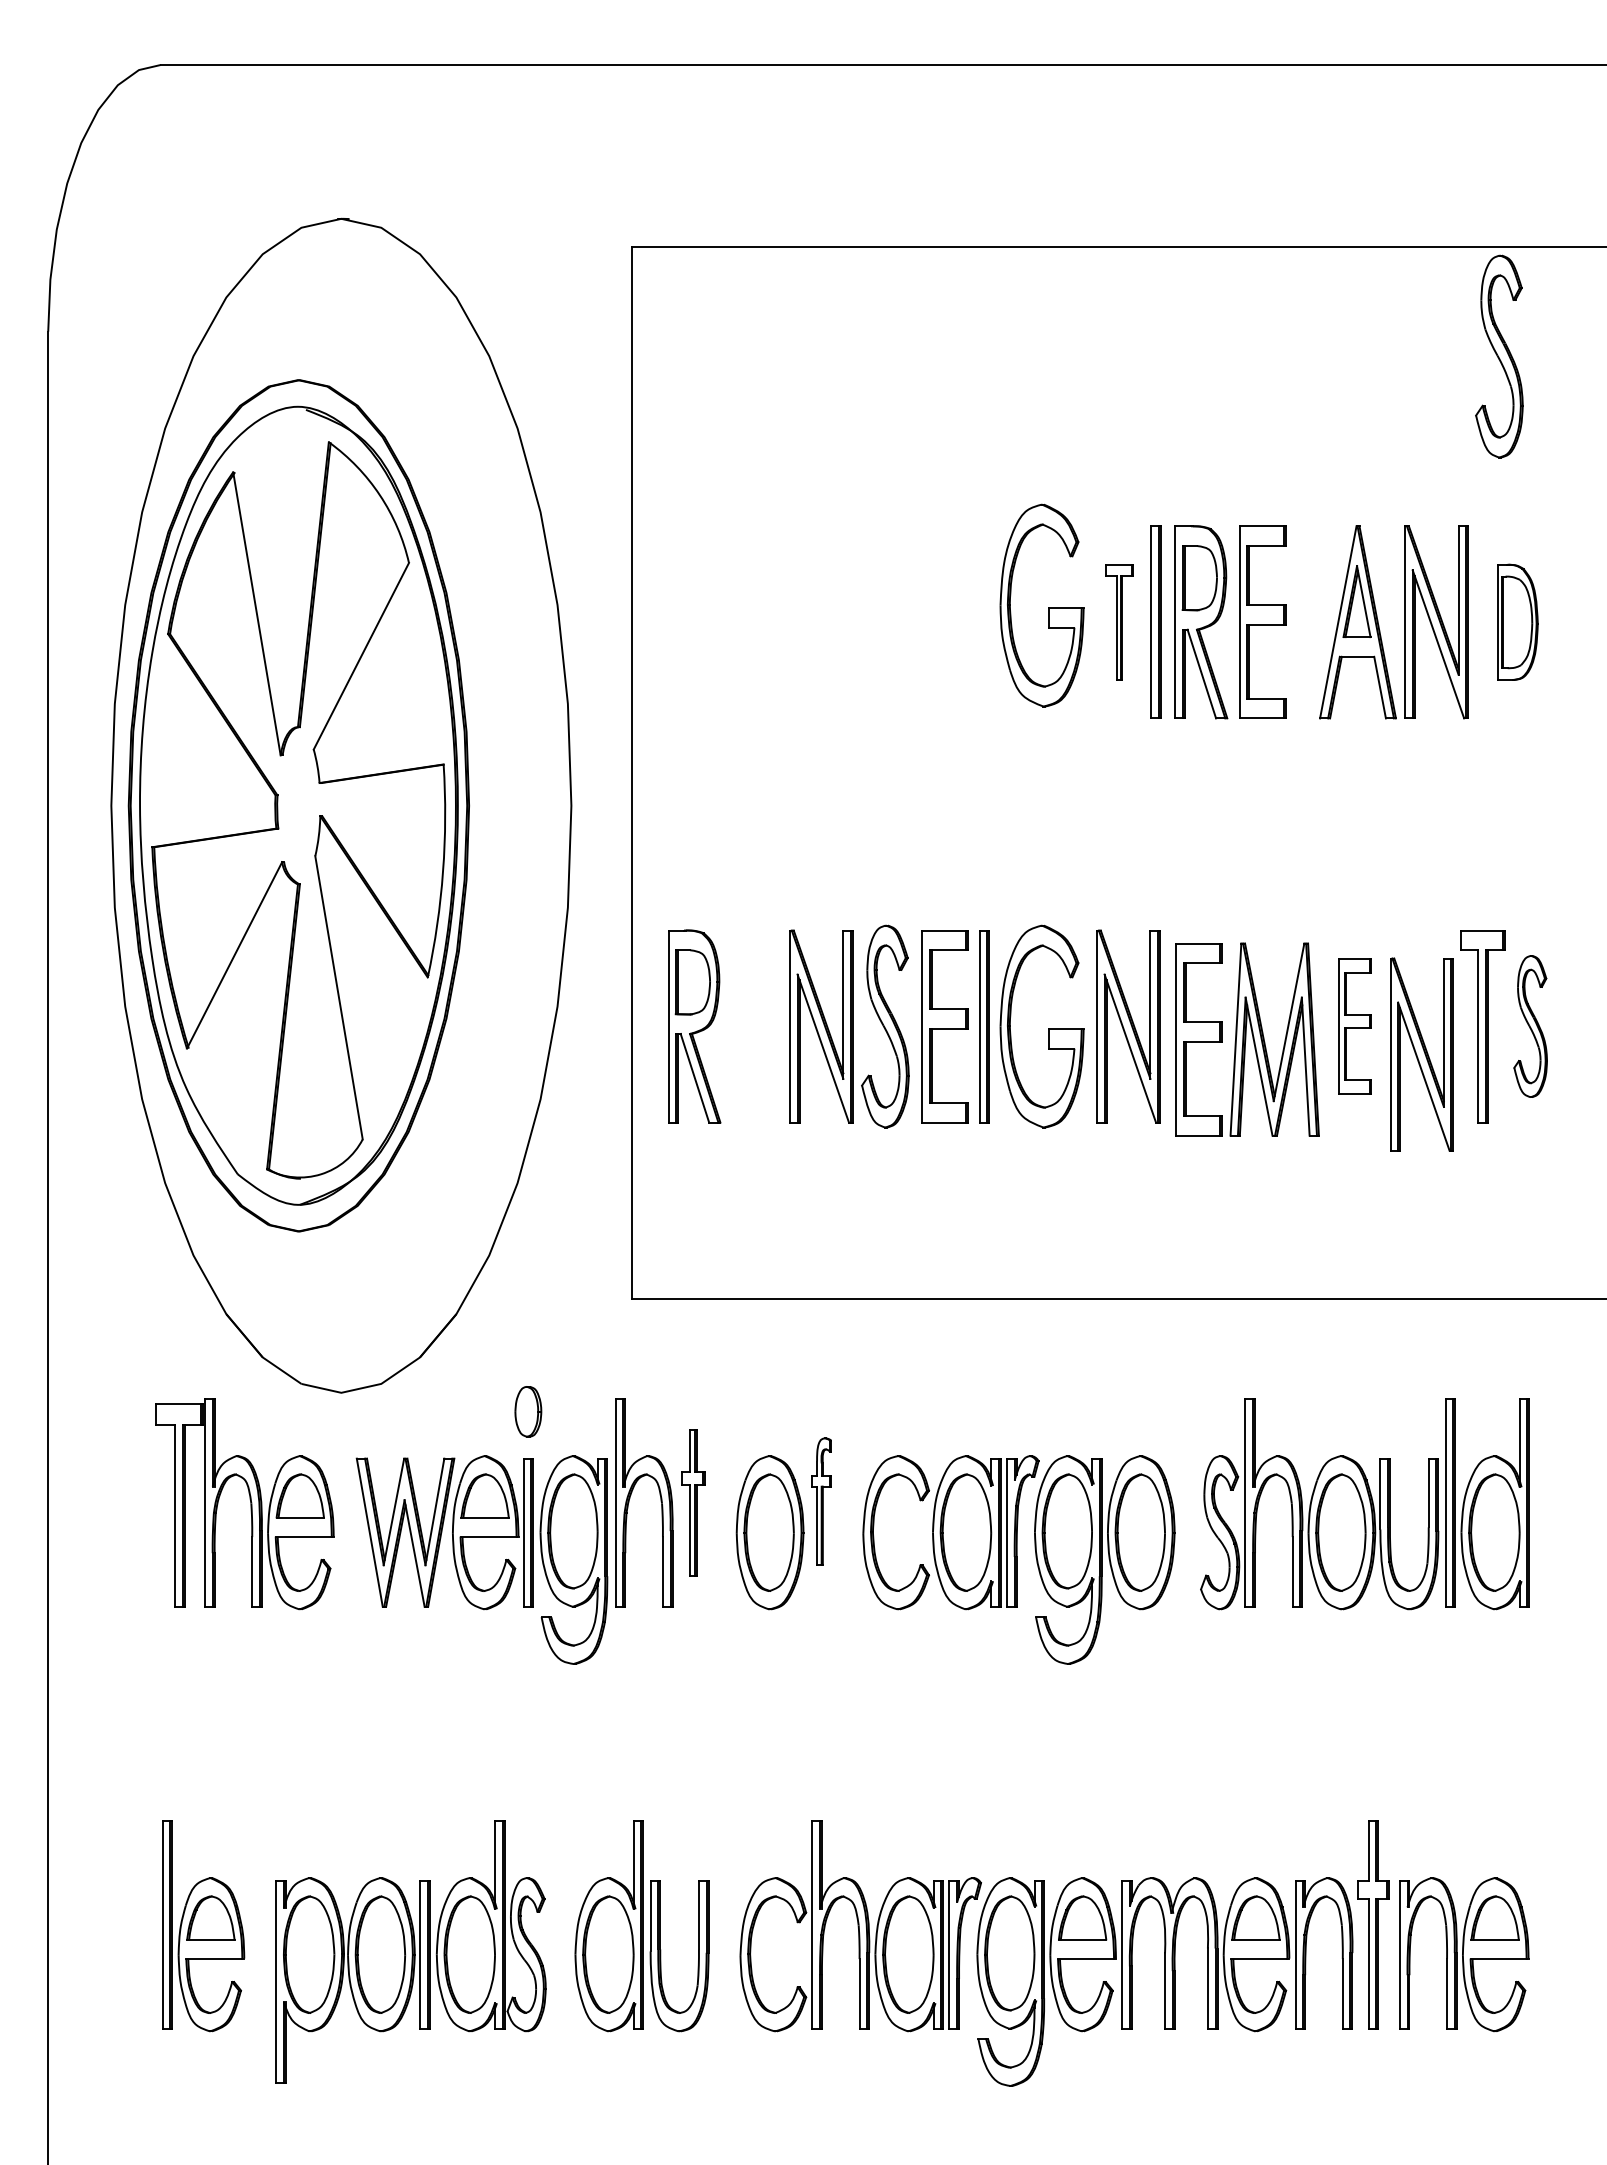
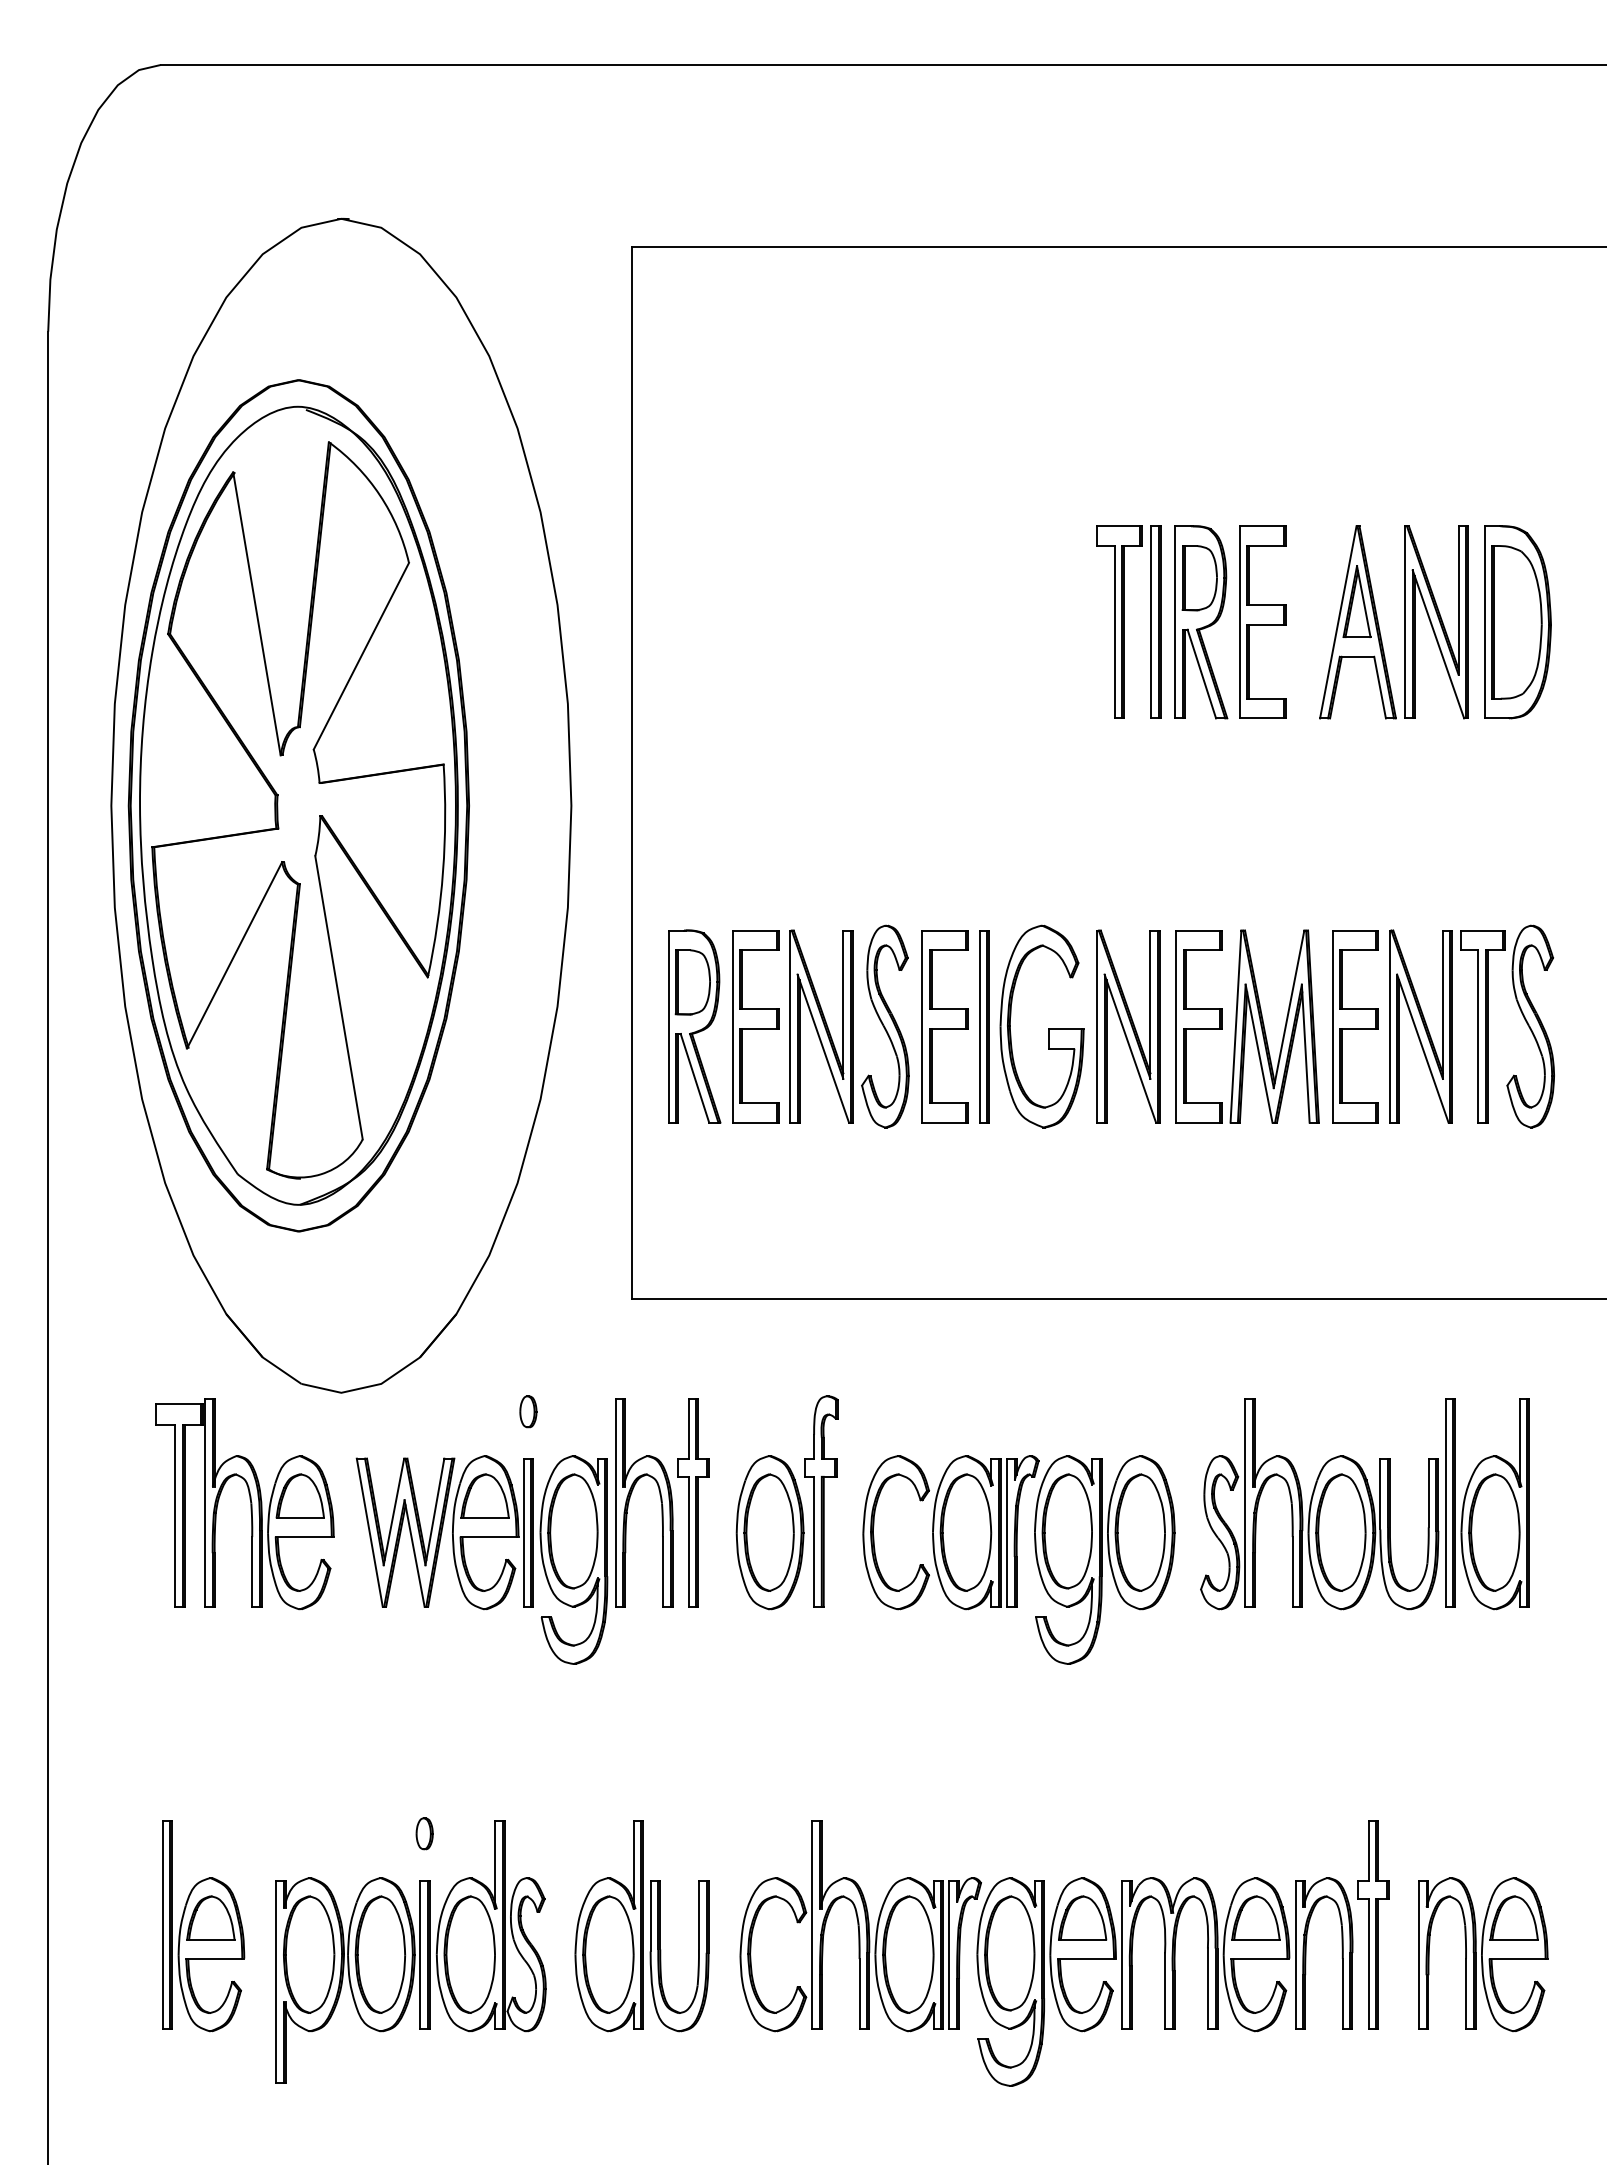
part at (1499, 356): present -> none
part at (1048, 607): present -> none
part at (1517, 621) size: 42x118 px -> 68x195 px
part at (1119, 622) size: 29x117 px -> 47x194 px
part at (755, 1026): none -> present
part at (1354, 1026) size: 34x137 px -> 47x194 px
part at (1530, 1026) size: 35x143 px -> 49x205 px
part at (1247, 1039) position: (1247, 1039) -> (1247, 1026)
part at (1421, 1054) position: (1421, 1054) -> (1420, 1026)
part at (528, 1411) size: 29x52 px -> 19x34 px
part at (821, 1501) size: 21x129 px -> 35x213 px
part at (693, 1502) size: 25x148 px -> 33x210 px
part at (424, 1833): none -> present
part at (1464, 1954) position: (1464, 1954) -> (1483, 1954)
